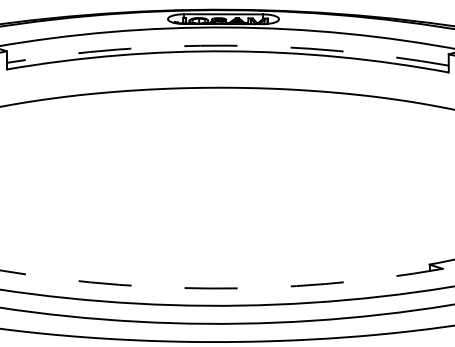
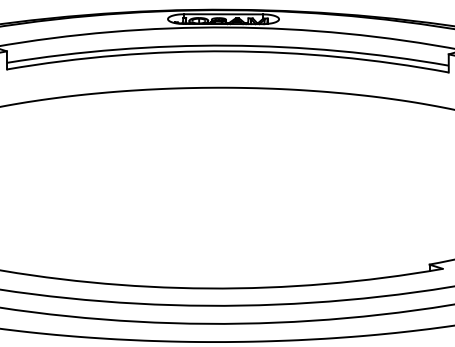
arc at (227, 45): dashed -> solid
arc at (221, 288): dashed -> solid
